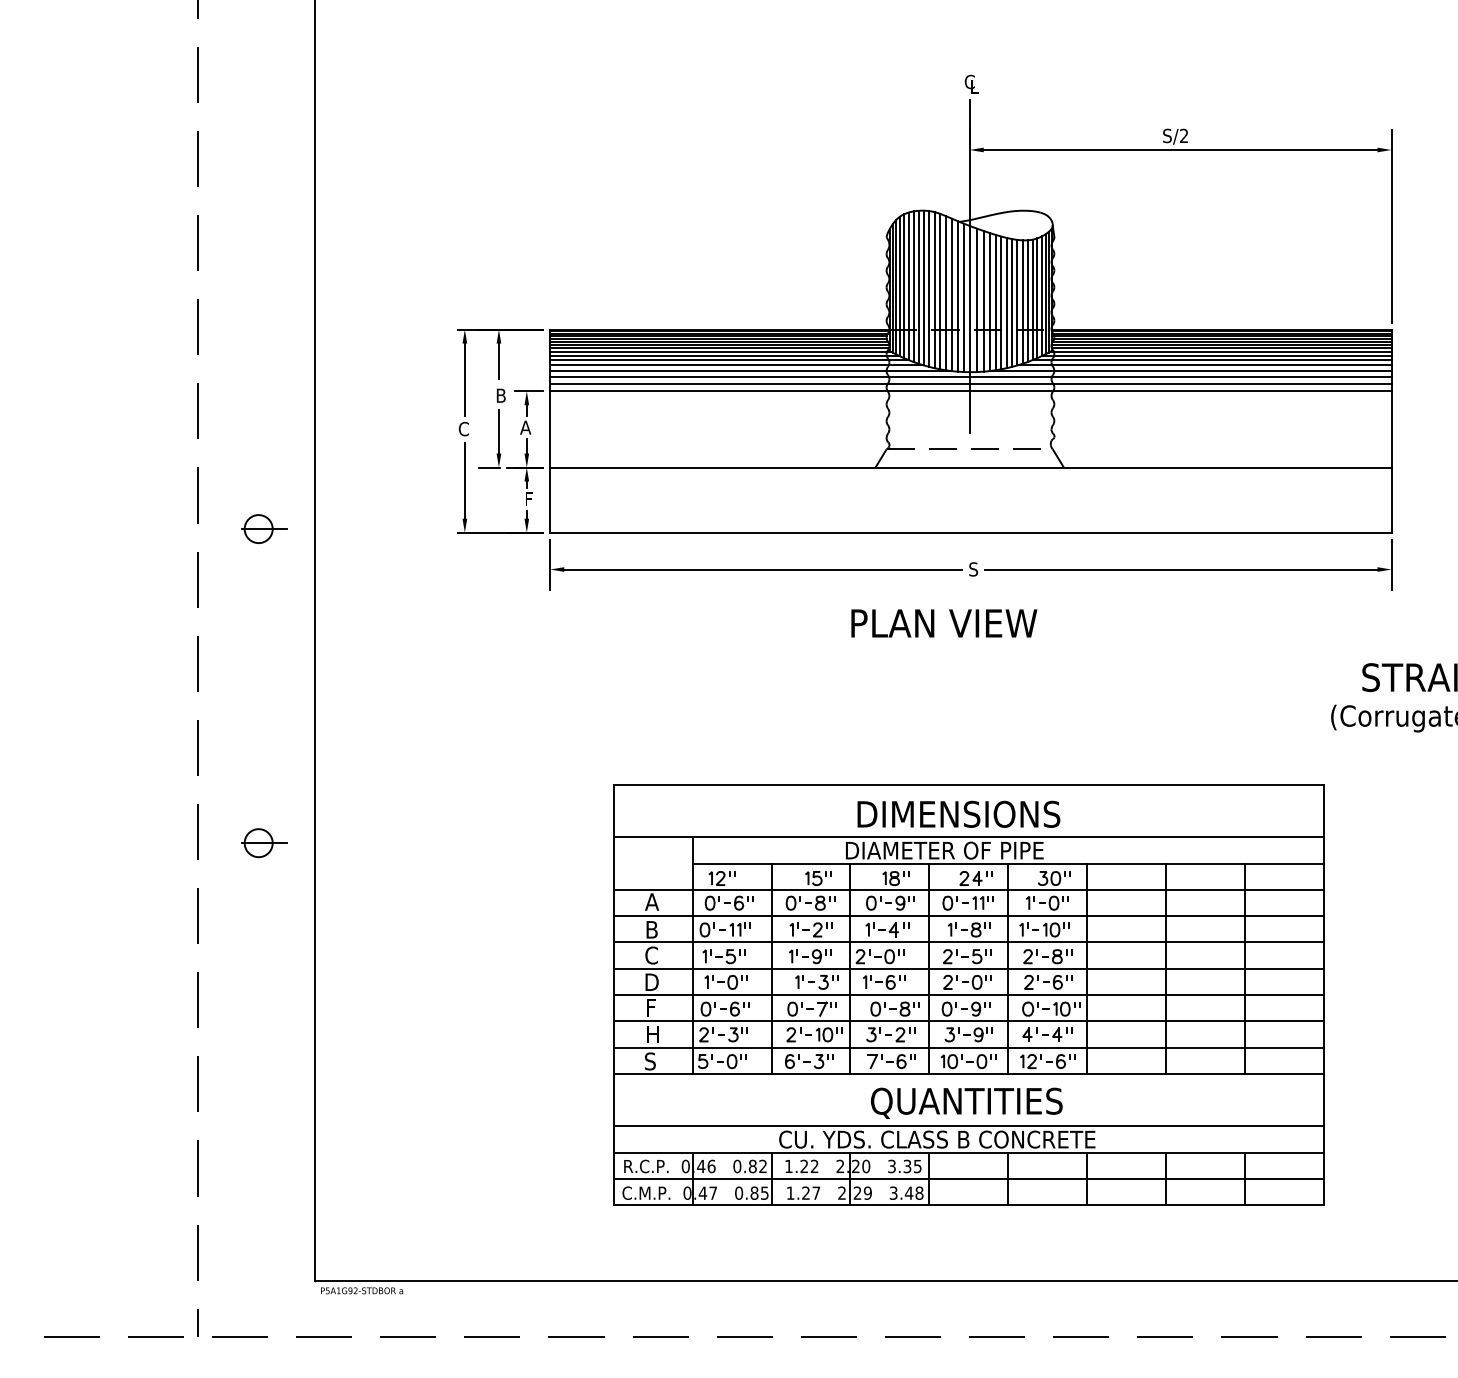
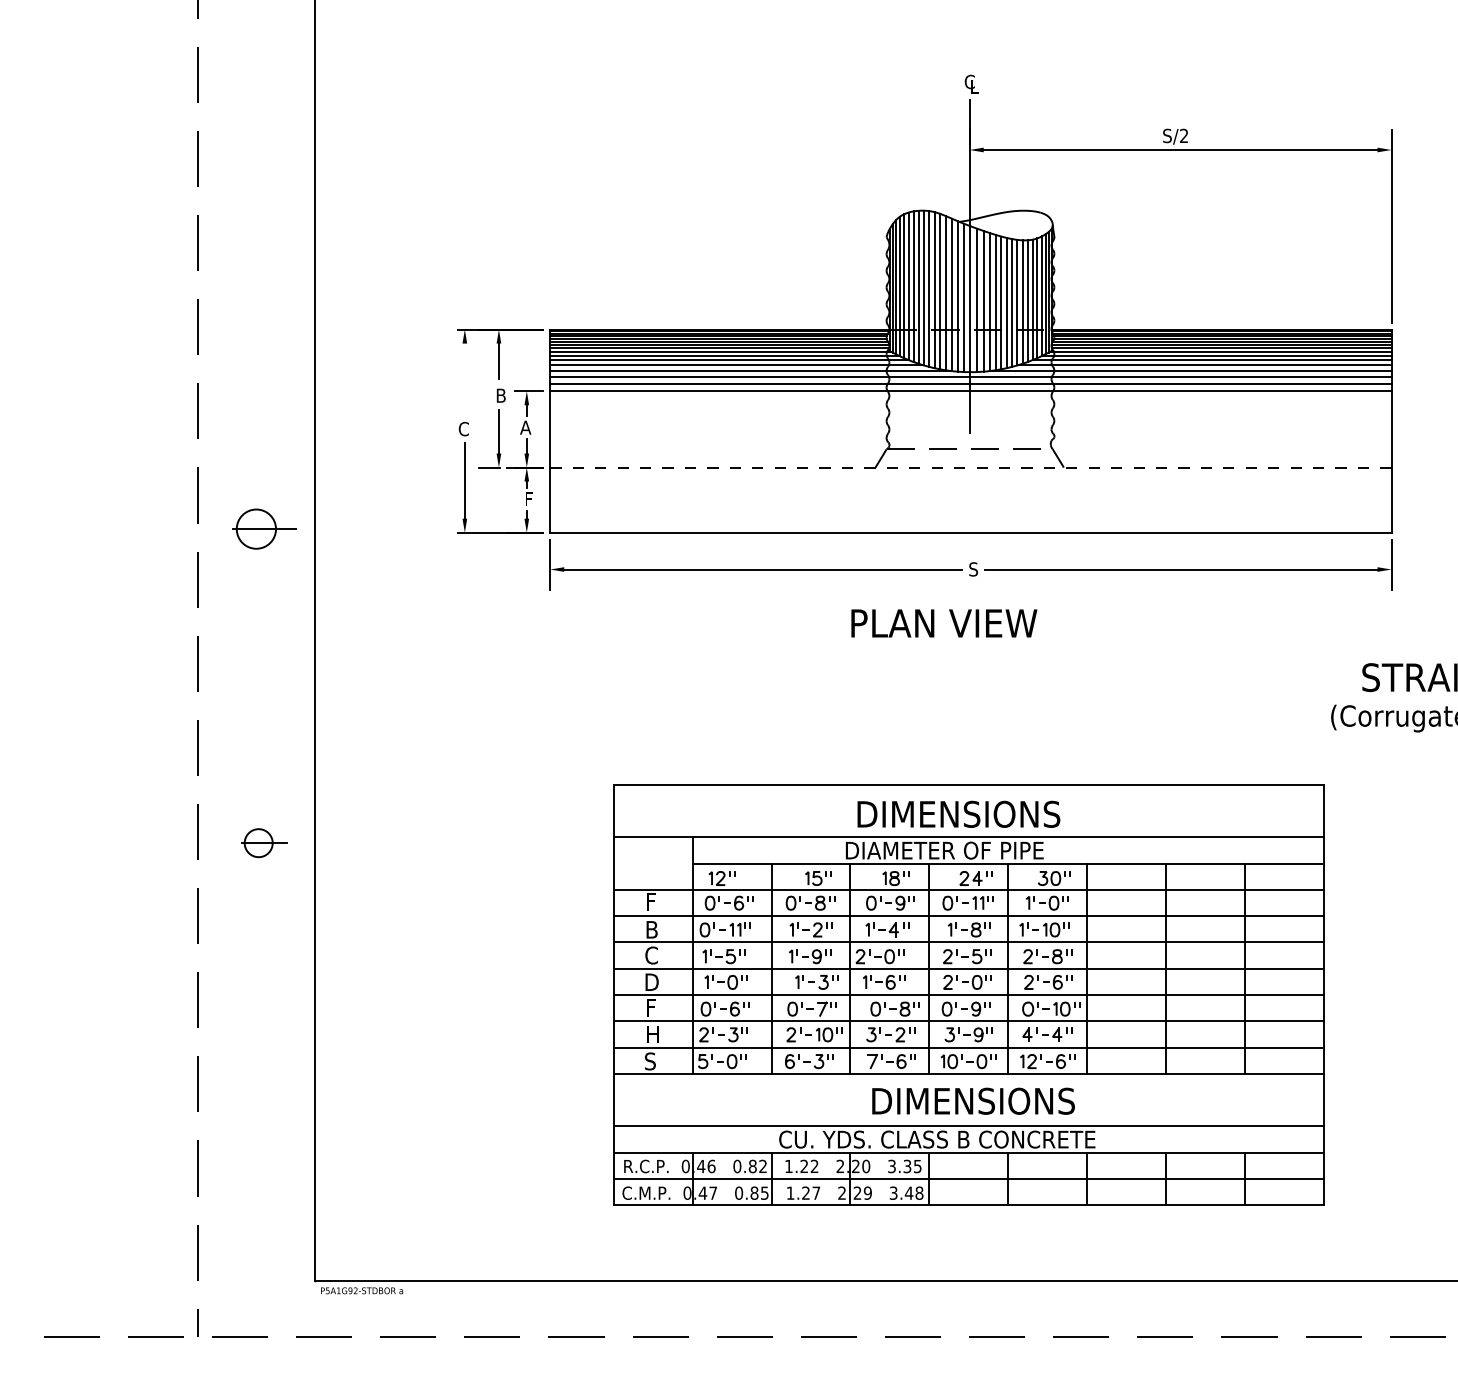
line at (464, 379): present -> none
line at (970, 467): solid -> dashed
part at (264, 528) size: 47x30 px -> 65x42 px
text at (652, 901): A -> F
text at (972, 1102): QUANTITIES -> DIMENSIONS
